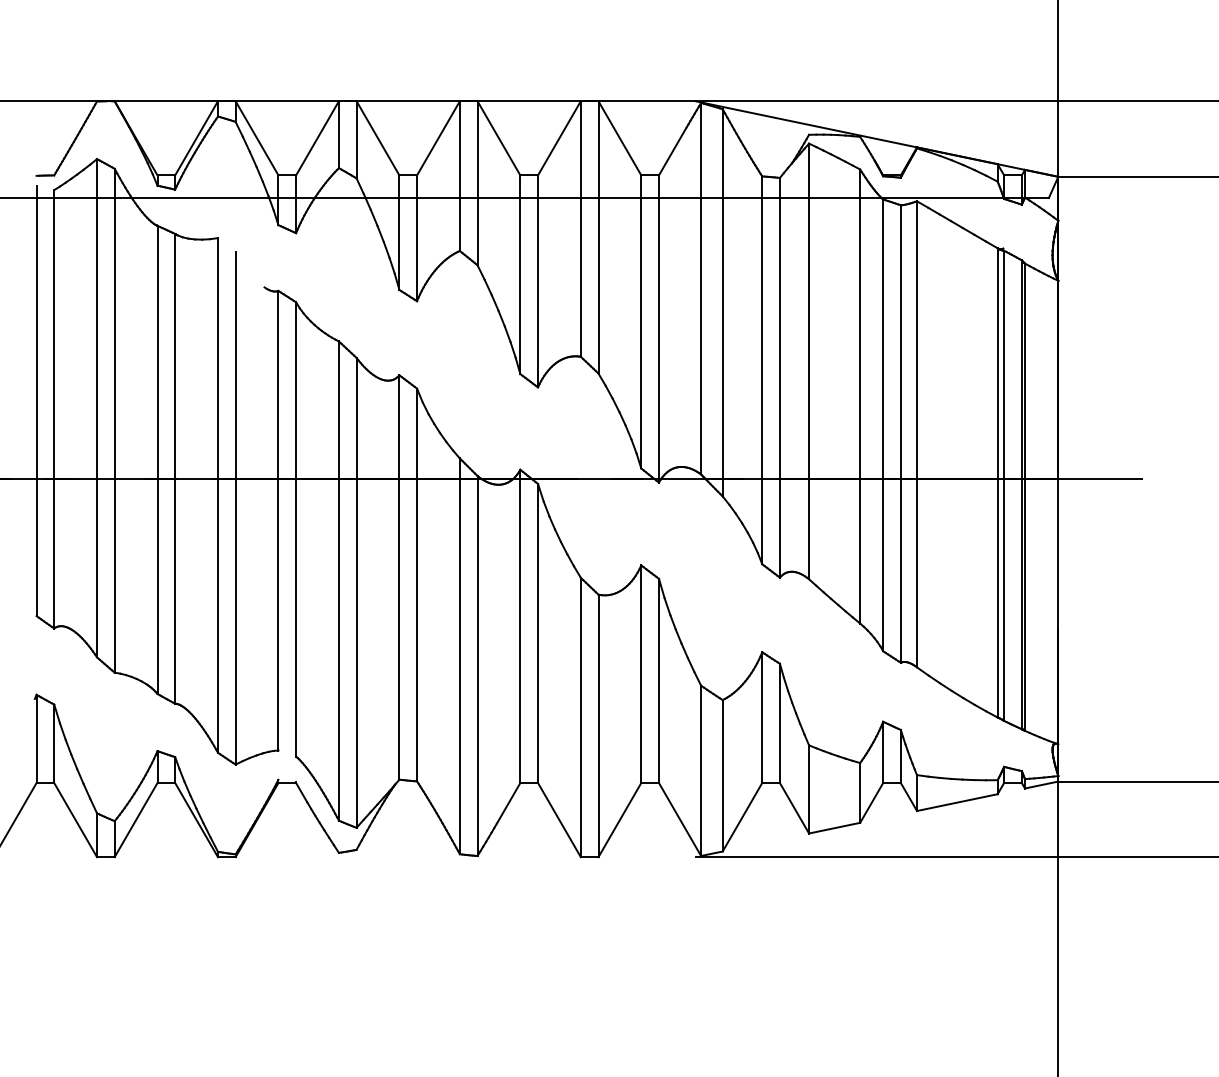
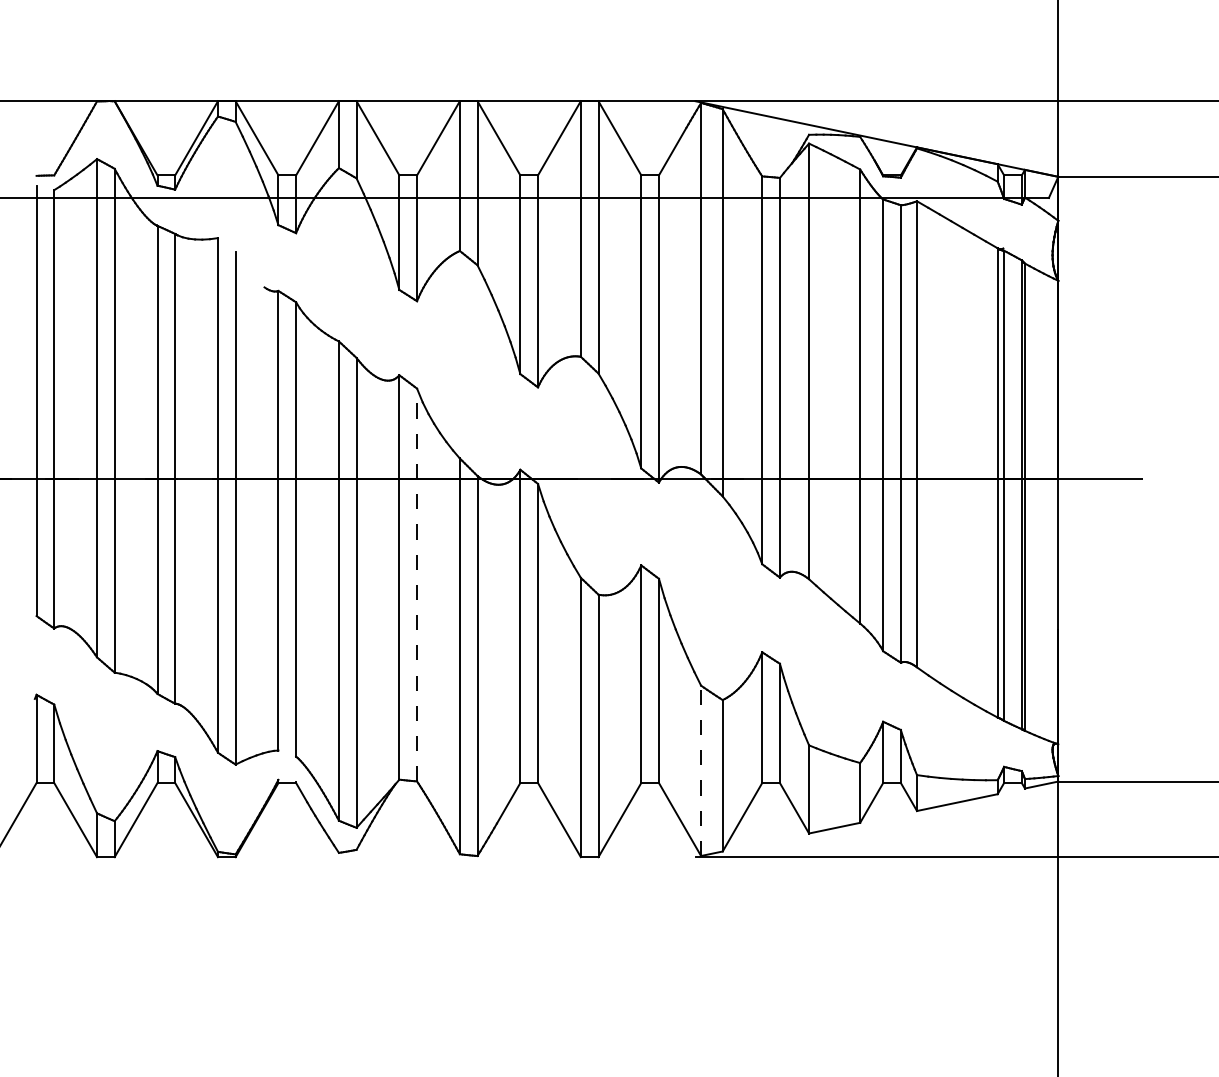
line at (417, 584): solid -> dashed
line at (701, 770): solid -> dashed
